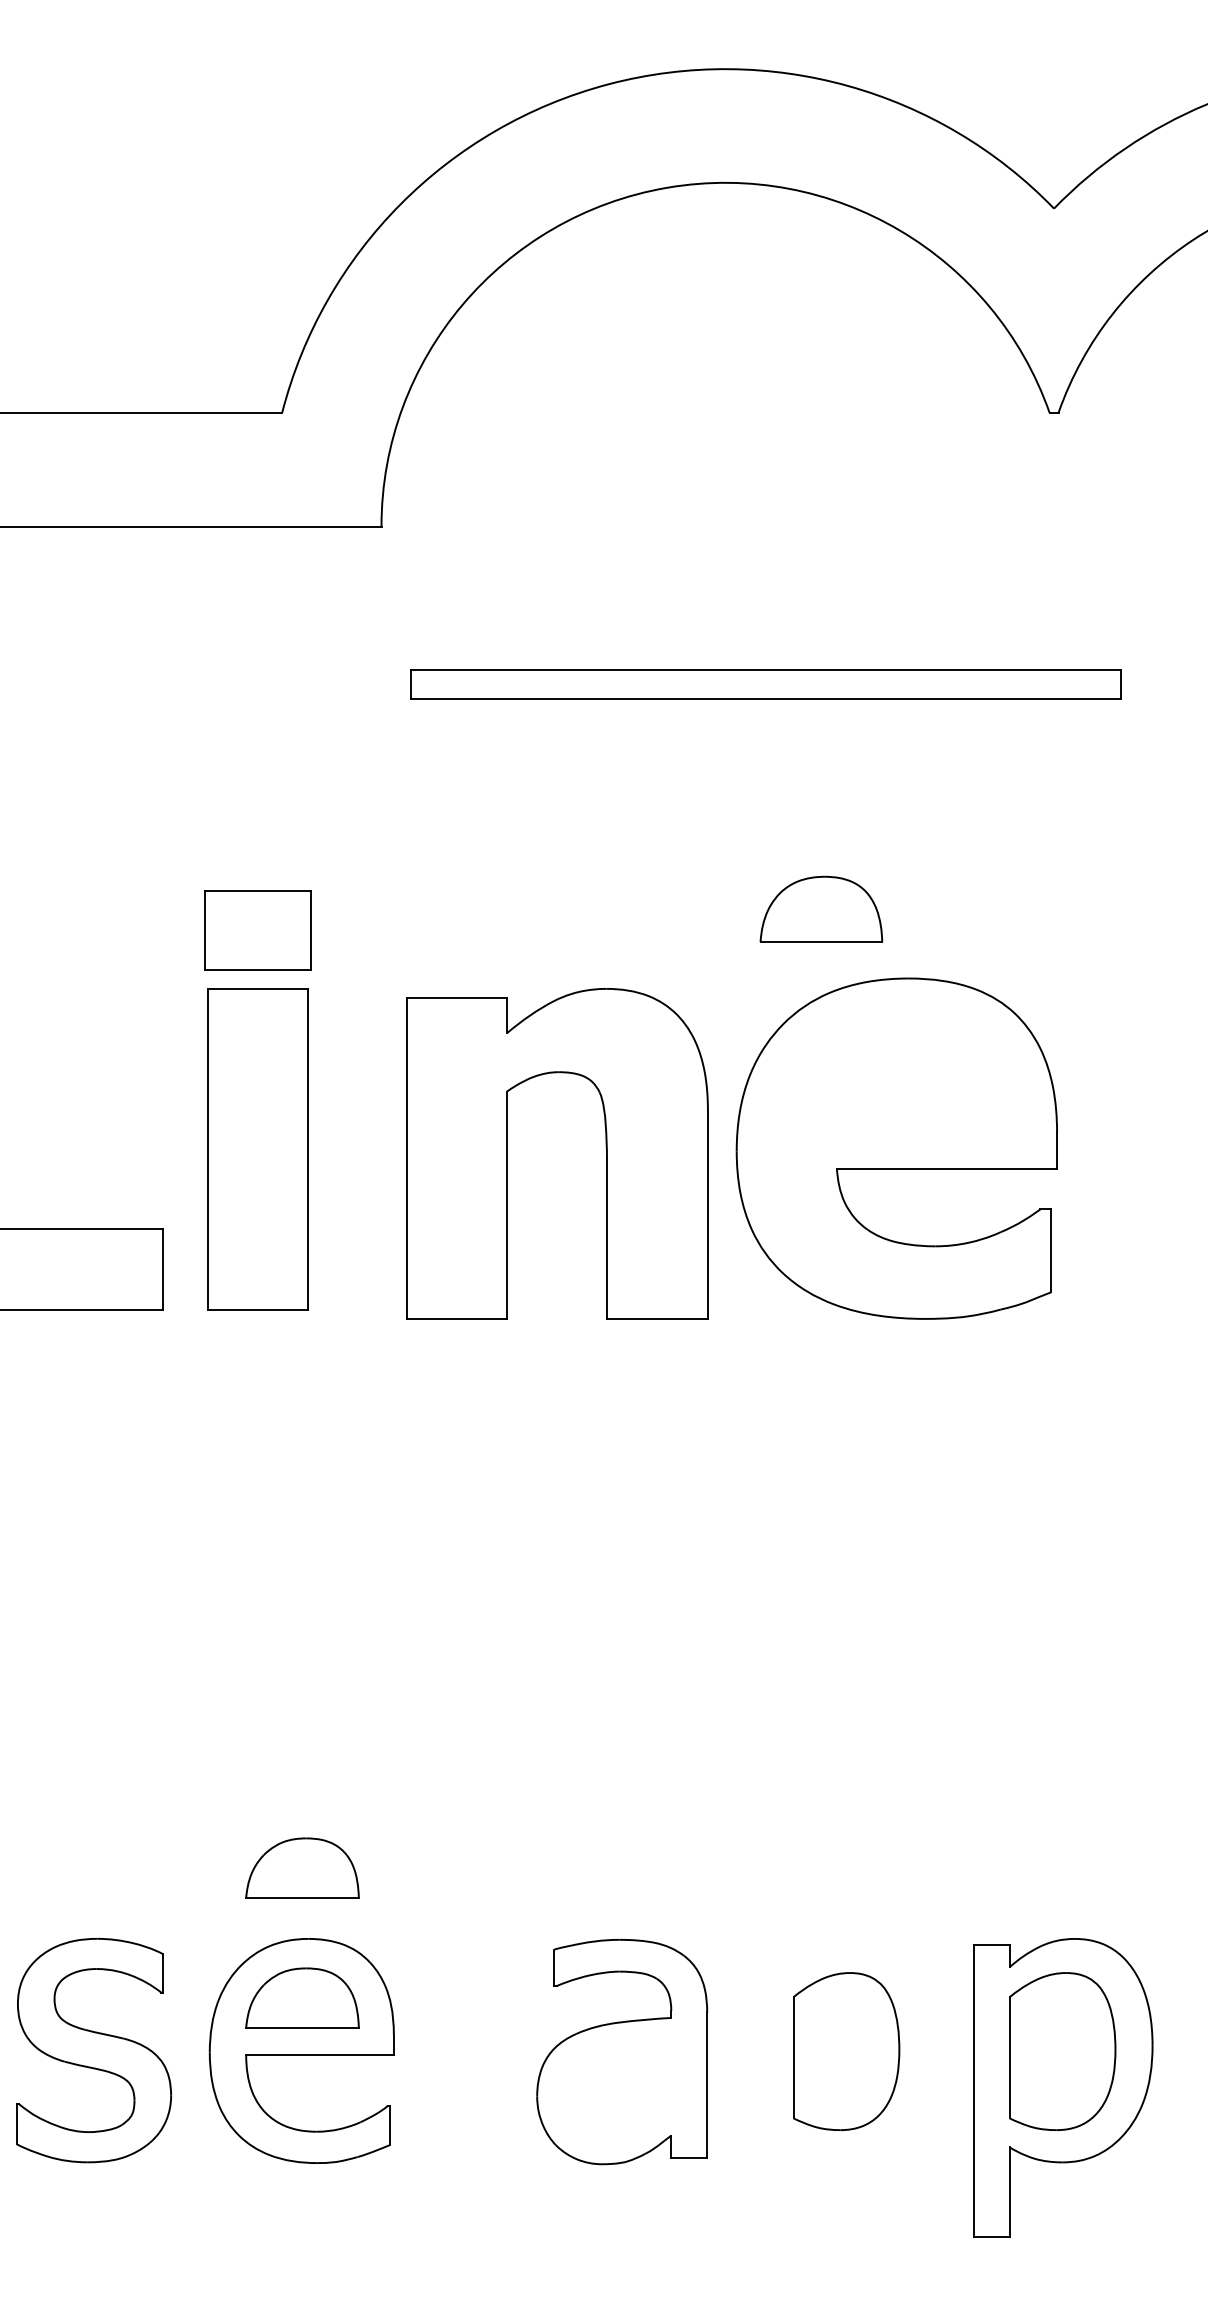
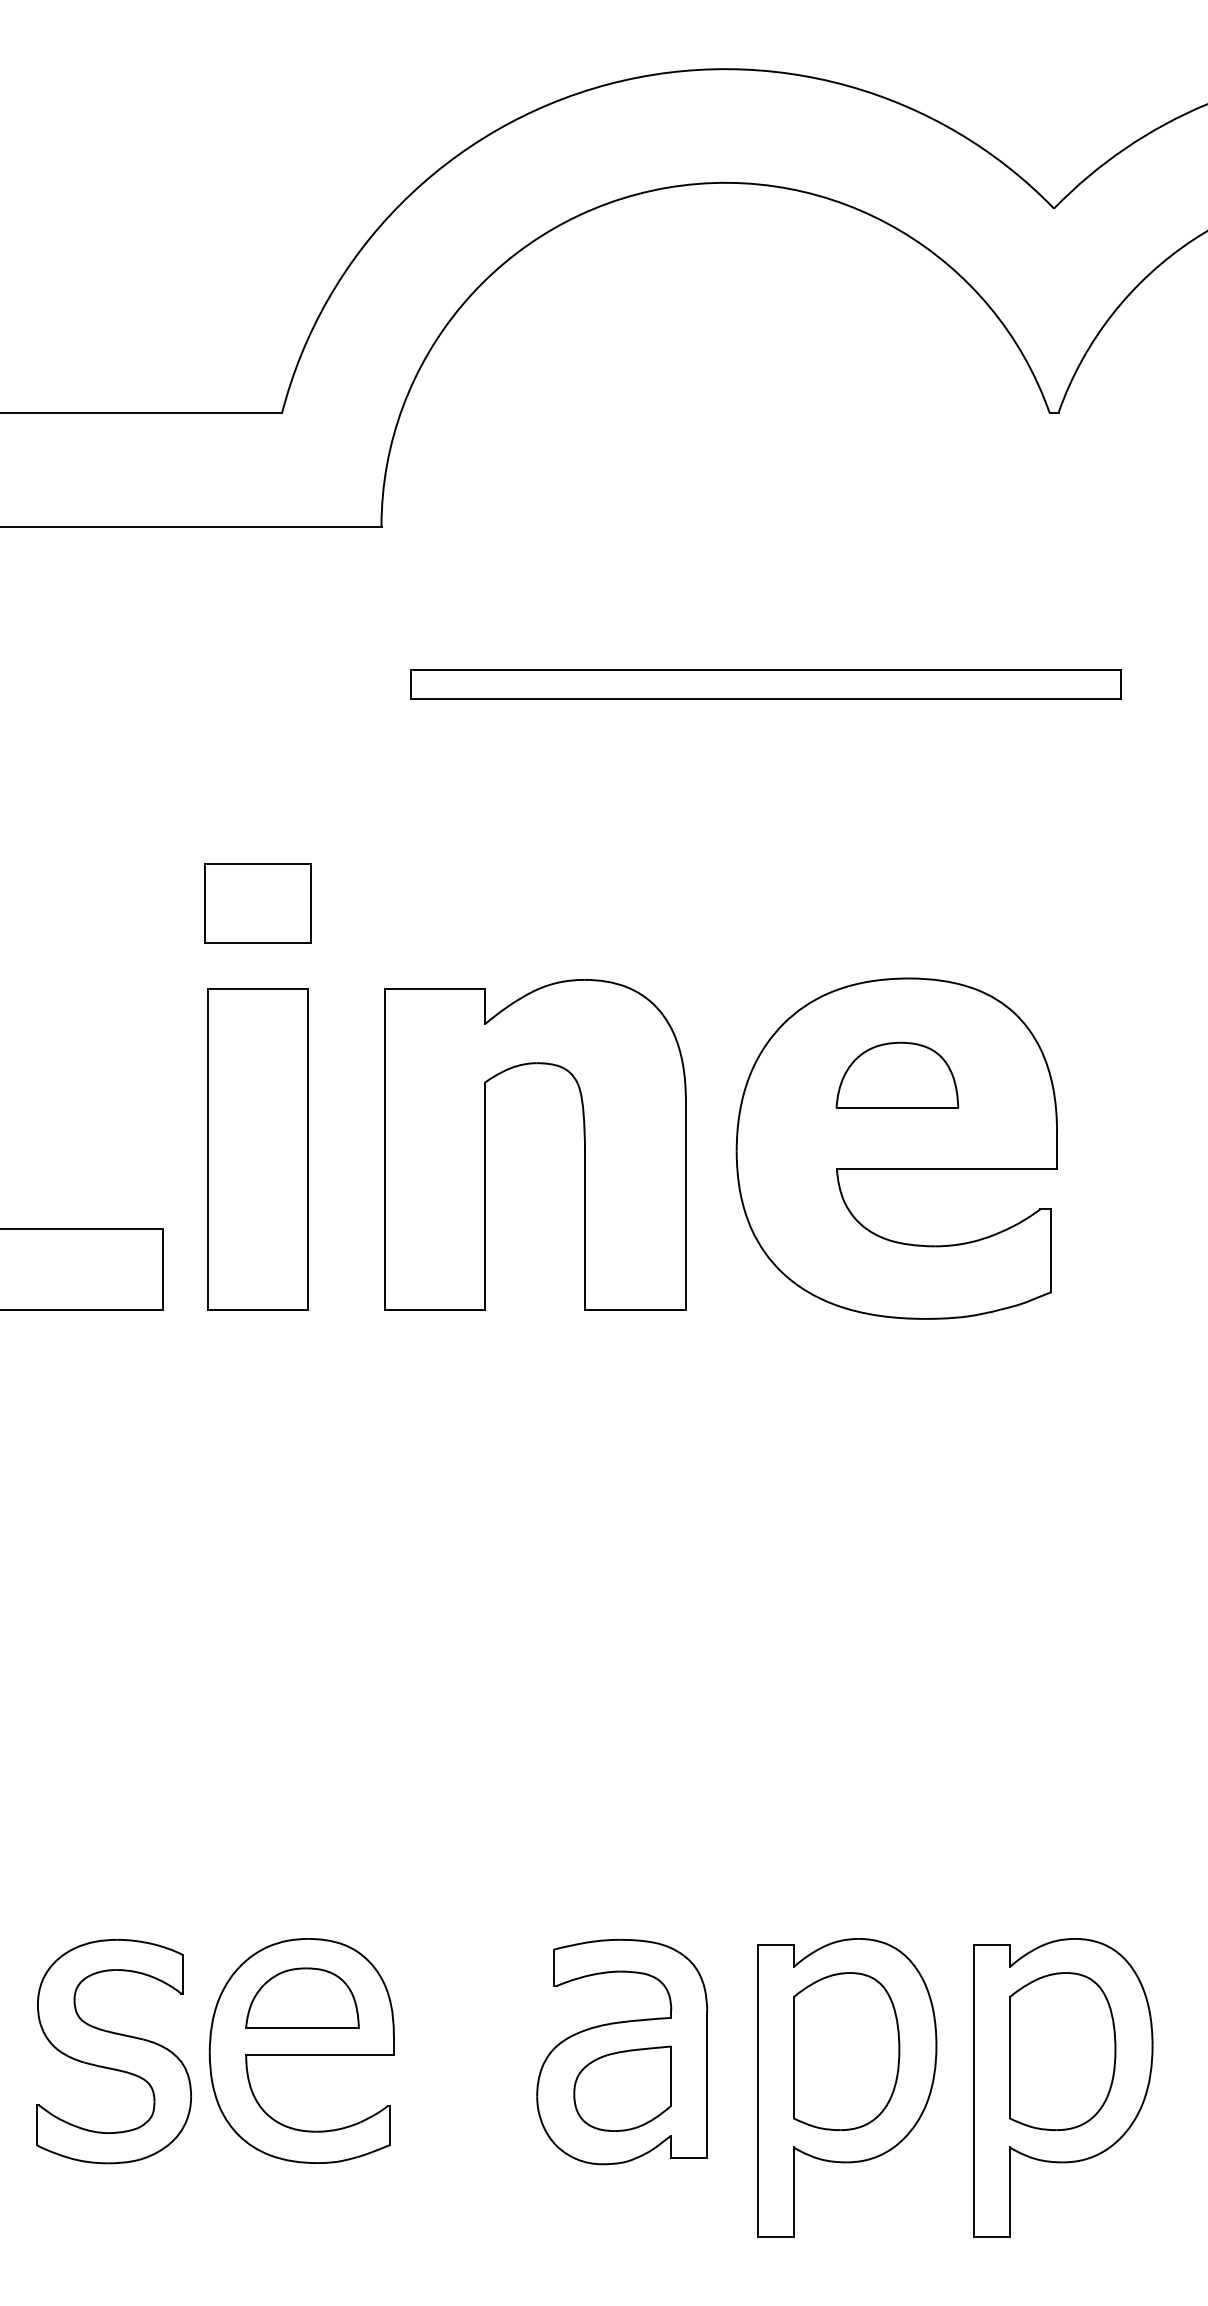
part at (821, 908) position: (821, 908) -> (897, 1074)
part at (257, 930) position: (257, 930) -> (257, 903)
part at (605, 1147) position: (605, 1147) -> (583, 1138)
part at (302, 1867): present -> none
part at (93, 2050) position: (93, 2050) -> (113, 2051)
part at (847, 2087): none -> present
part at (622, 2088): none -> present
